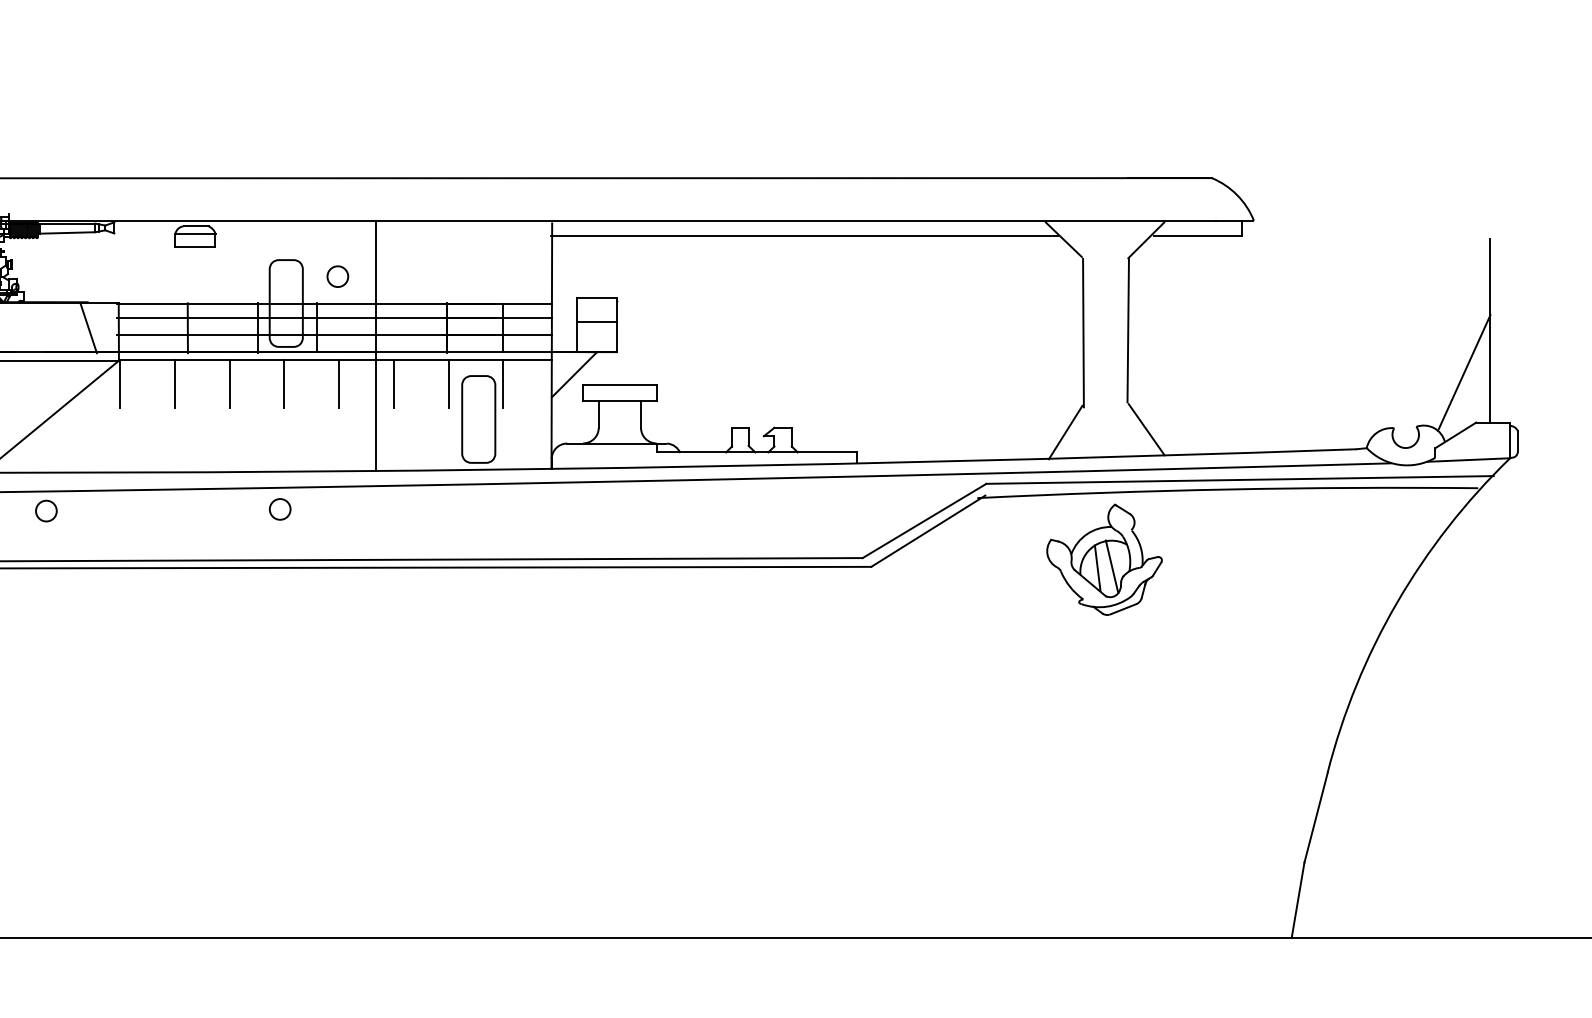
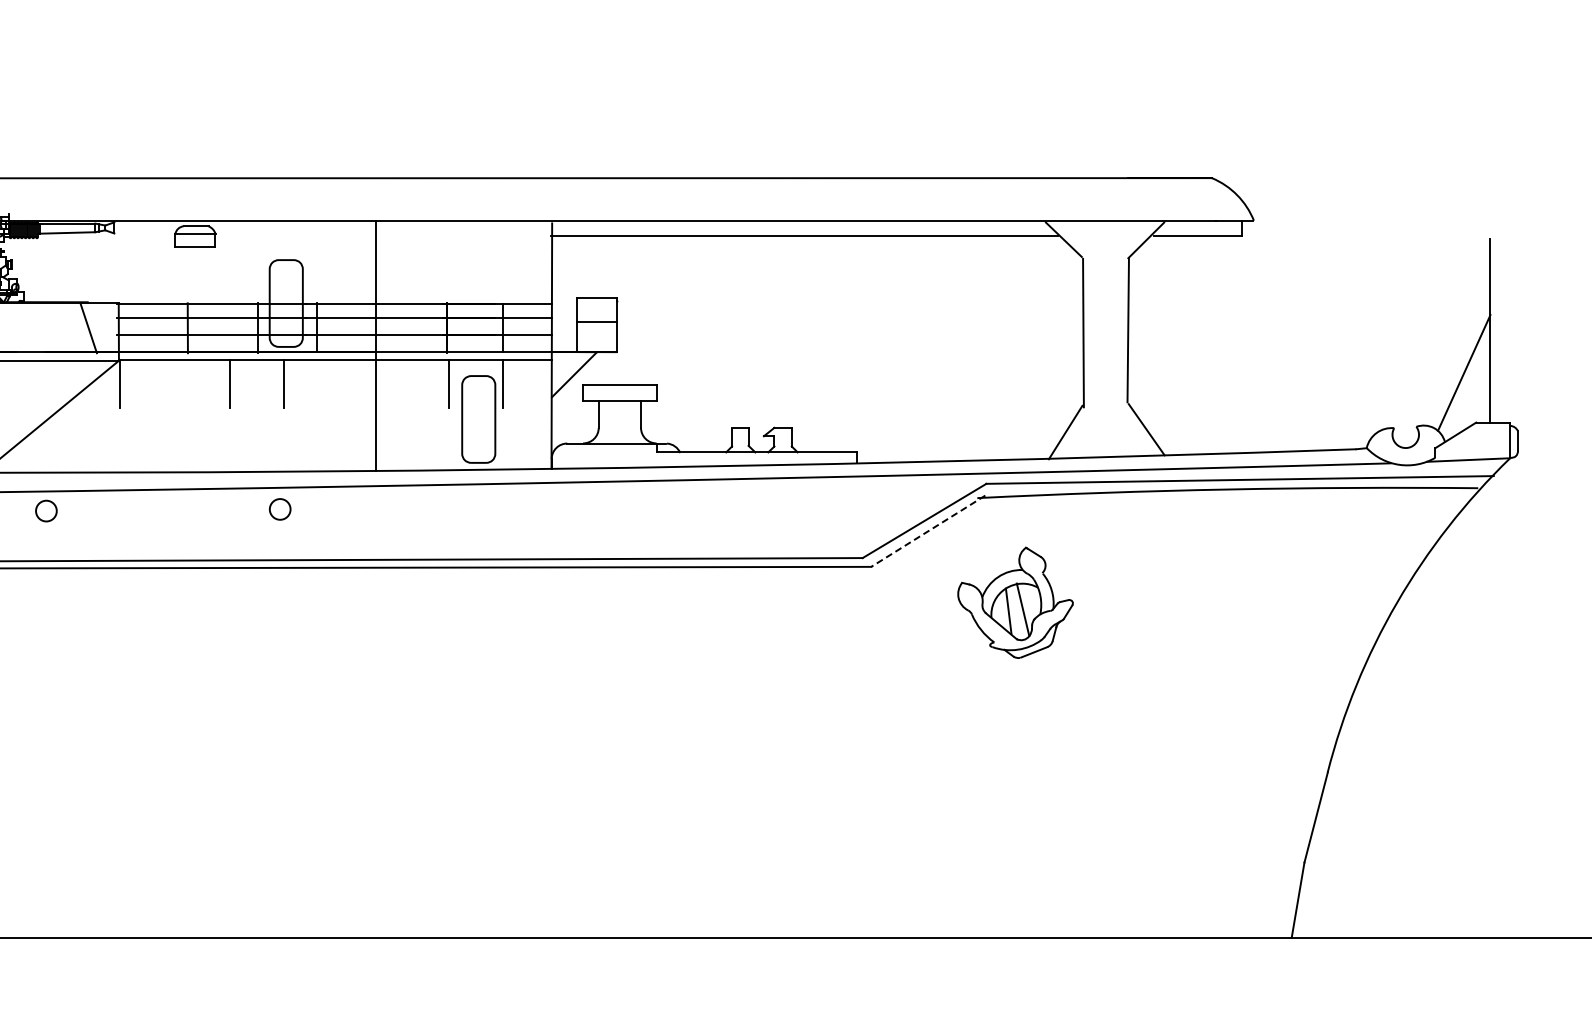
circle at (337, 276): present -> none
line at (174, 383): present -> none
line at (339, 383): present -> none
line at (393, 383): present -> none
line at (927, 531): solid -> dashed
part at (1104, 559) position: (1104, 559) -> (1015, 602)
